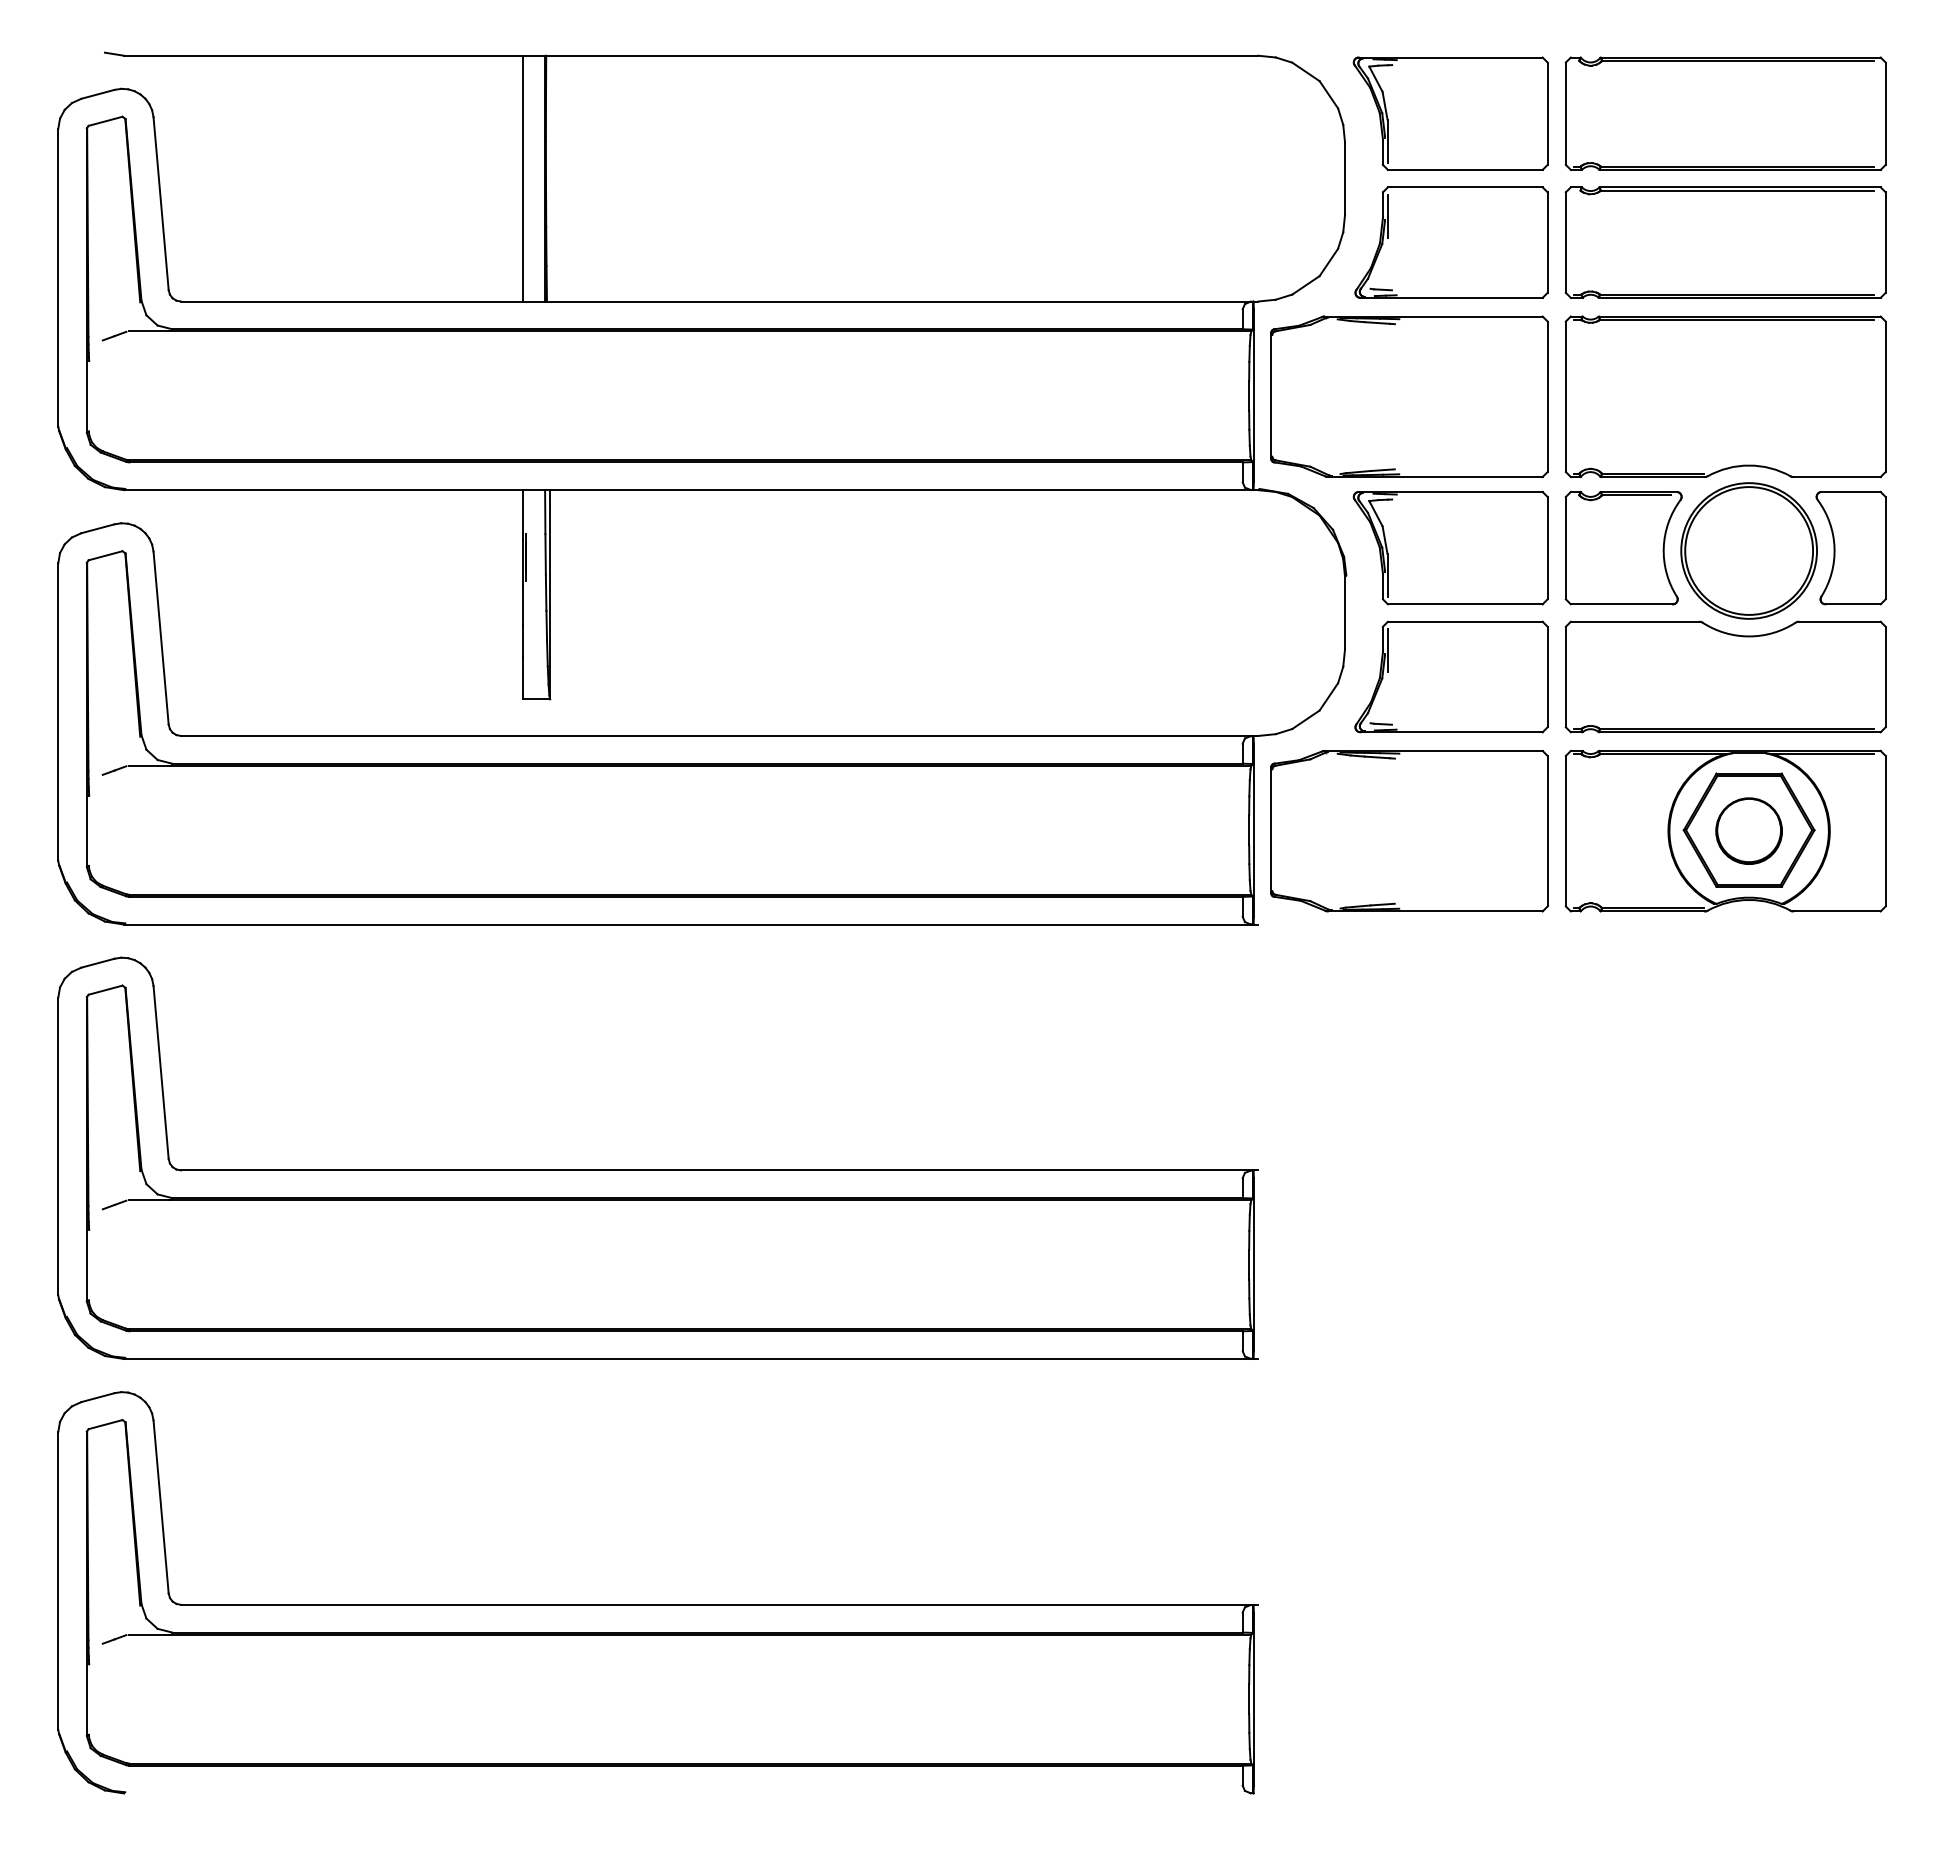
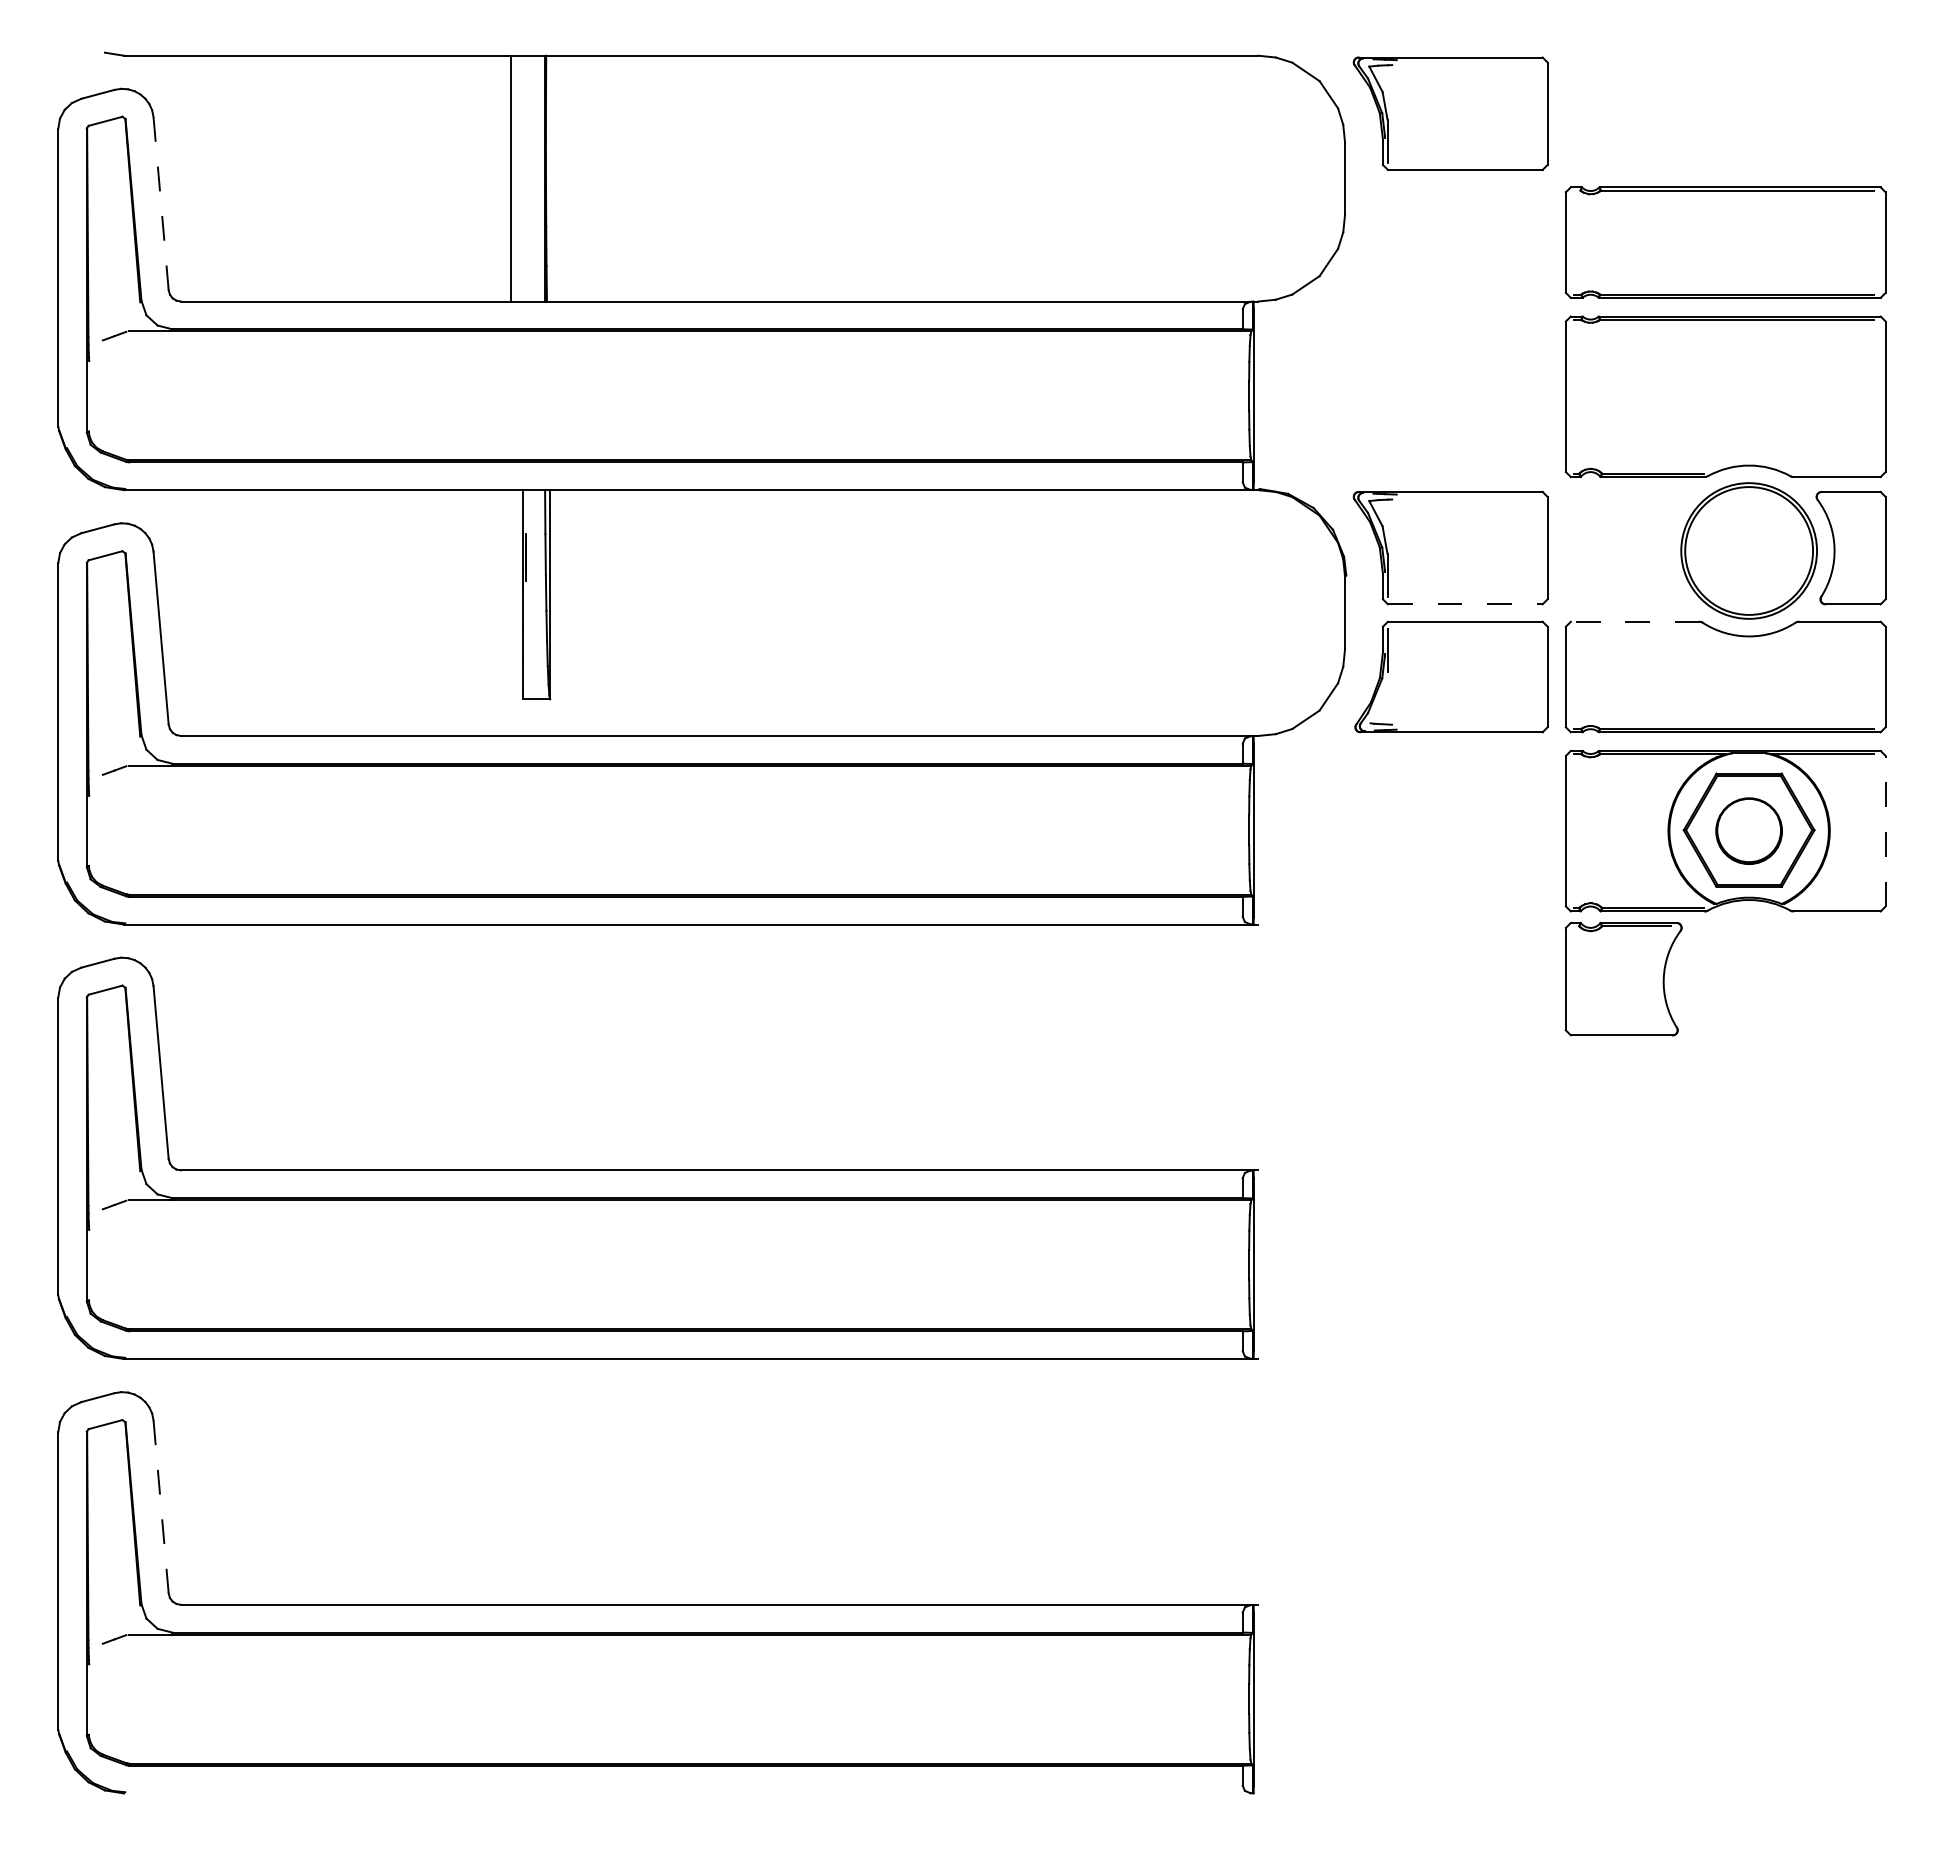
part at (1725, 113): present -> none
line at (523, 178) position: (523, 178) -> (511, 178)
line at (161, 203): solid -> dashed
part at (1451, 242): present -> none
part at (1409, 396): present -> none
part at (1623, 548) position: (1623, 548) -> (1623, 979)
line at (1465, 604): solid -> dashed
line at (1634, 621): solid -> dashed
part at (1409, 830): present -> none
line at (1885, 830): solid -> dashed
line at (161, 1506): solid -> dashed
